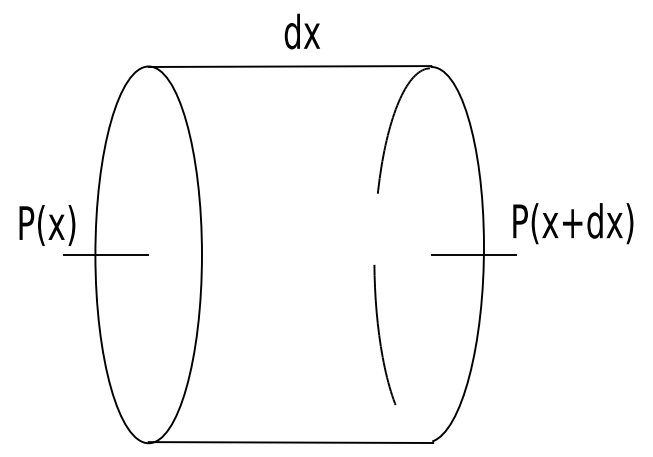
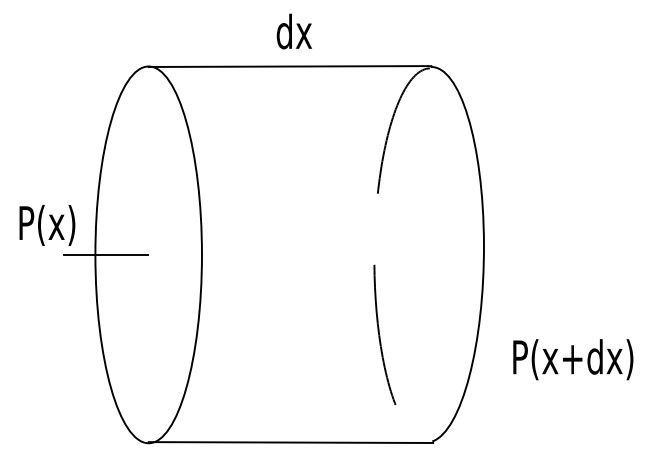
text at (301, 31) position: (301, 31) -> (293, 31)
text at (573, 223) position: (573, 223) -> (573, 359)
line at (473, 254): present -> none
